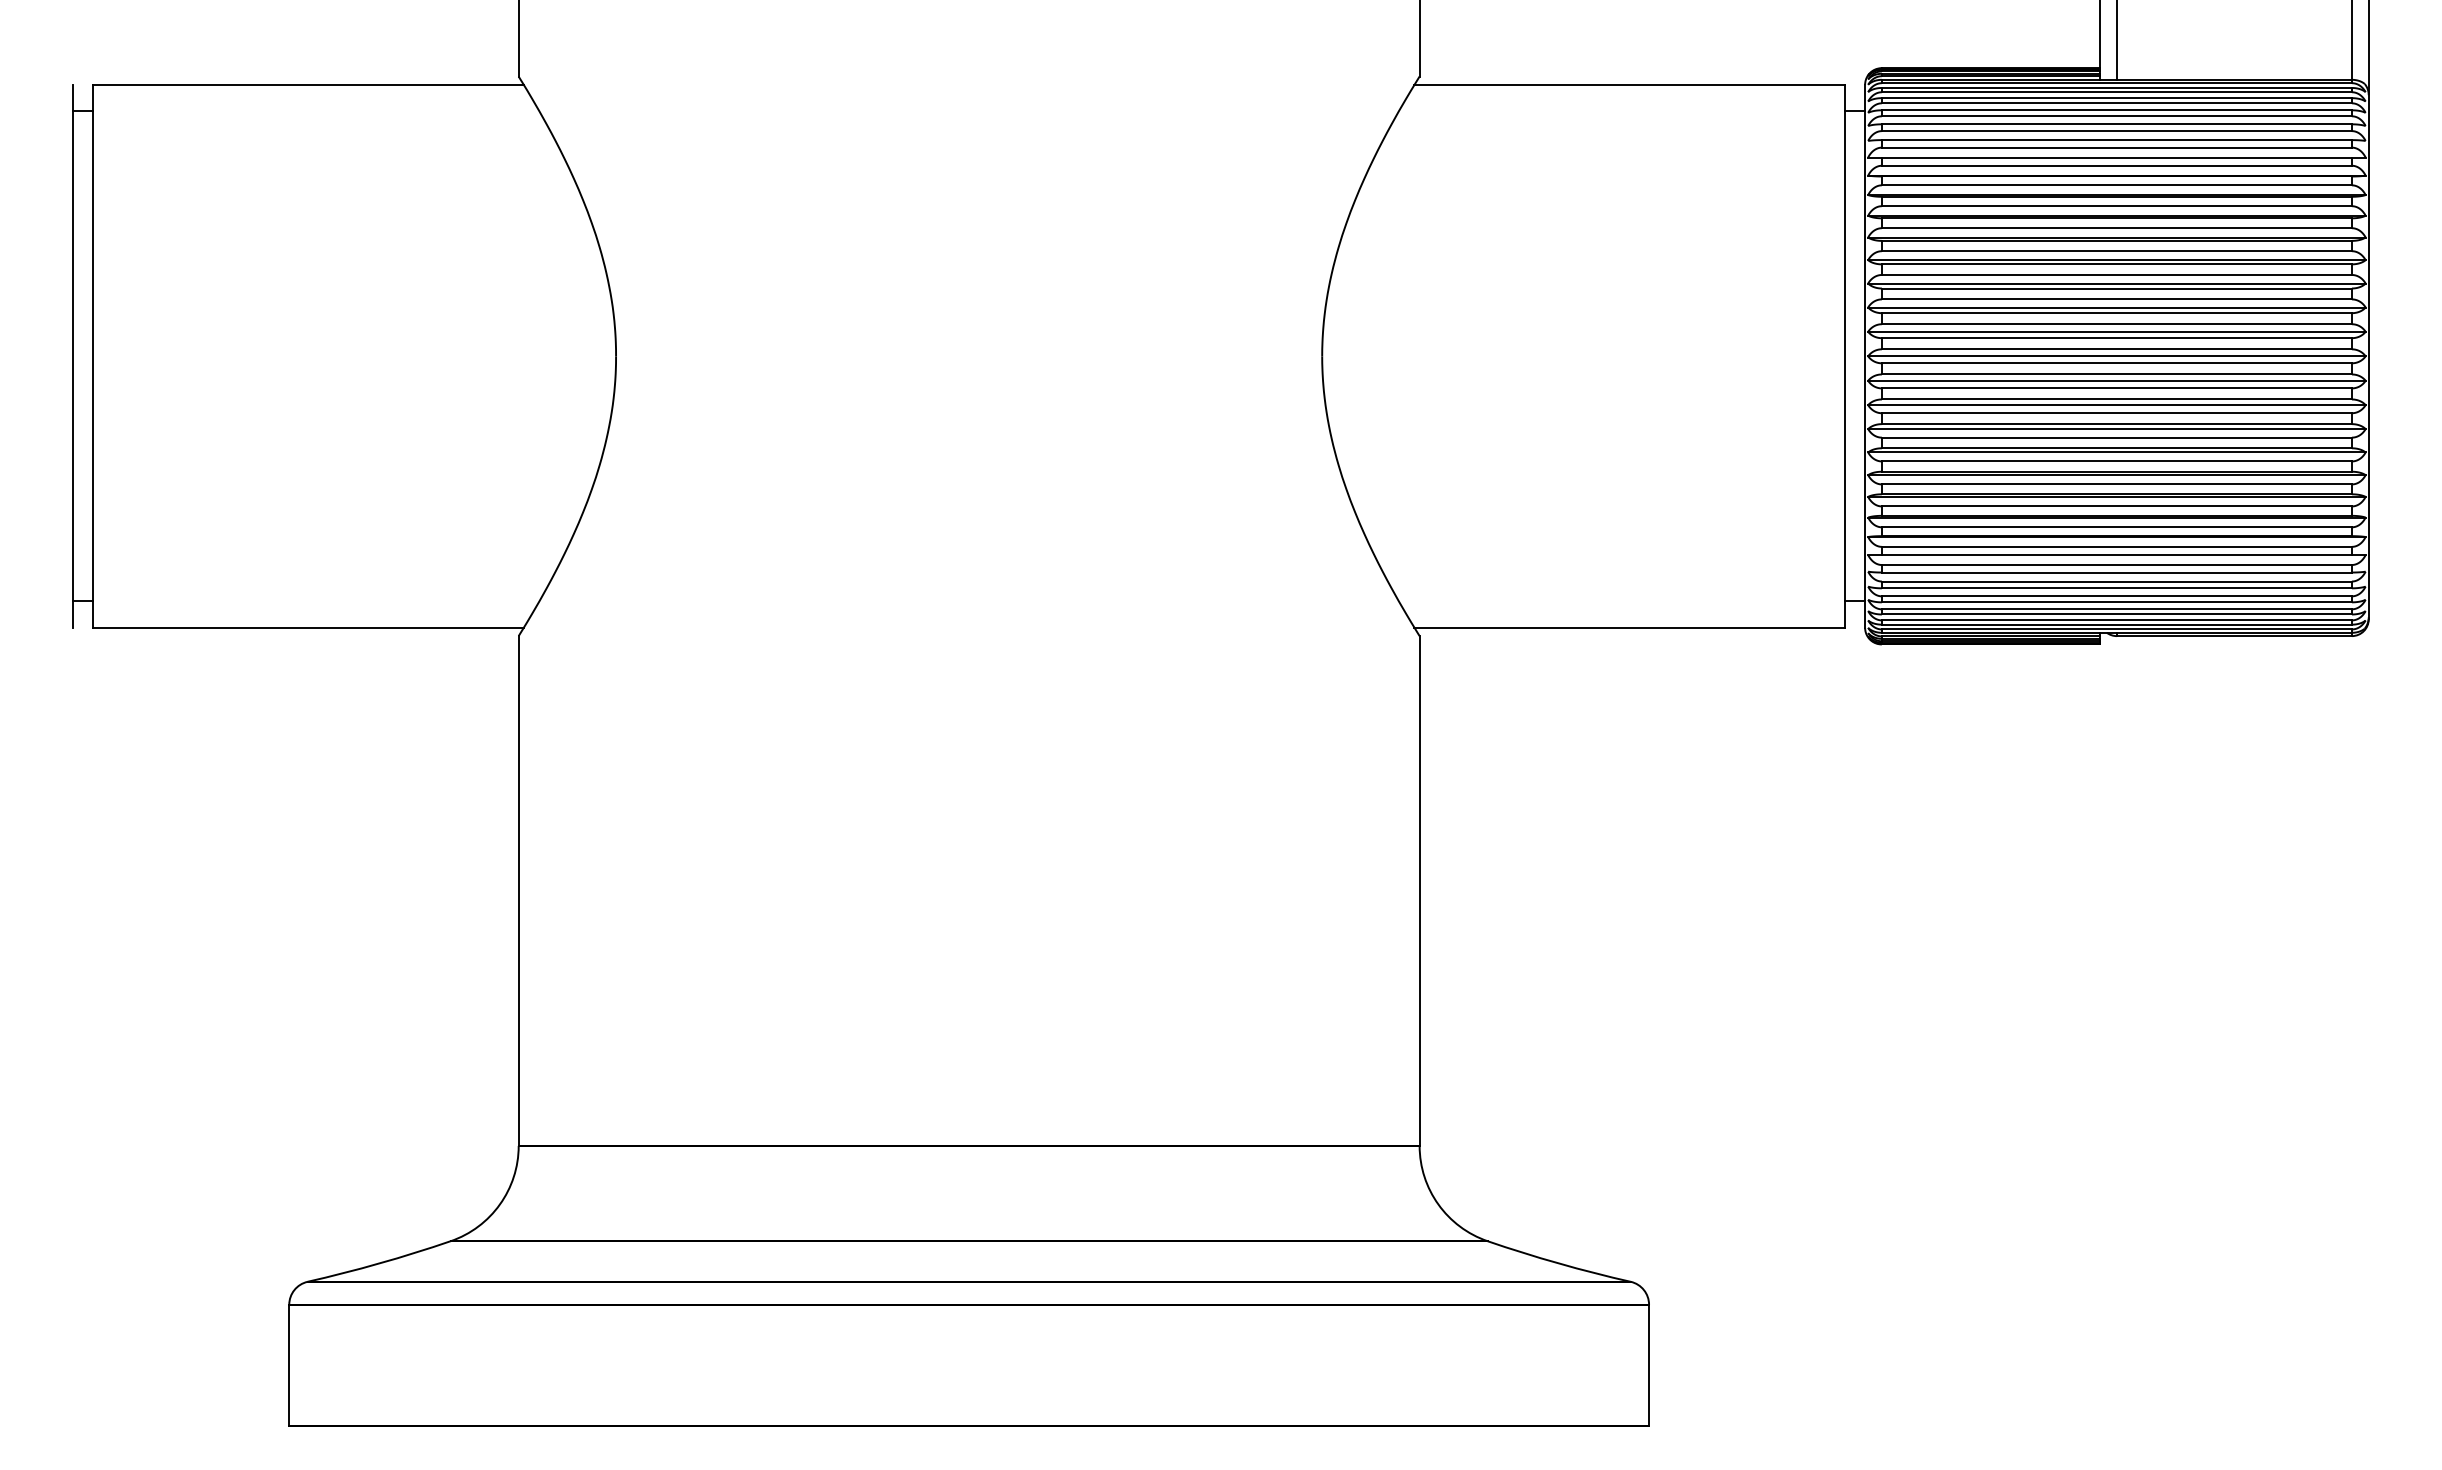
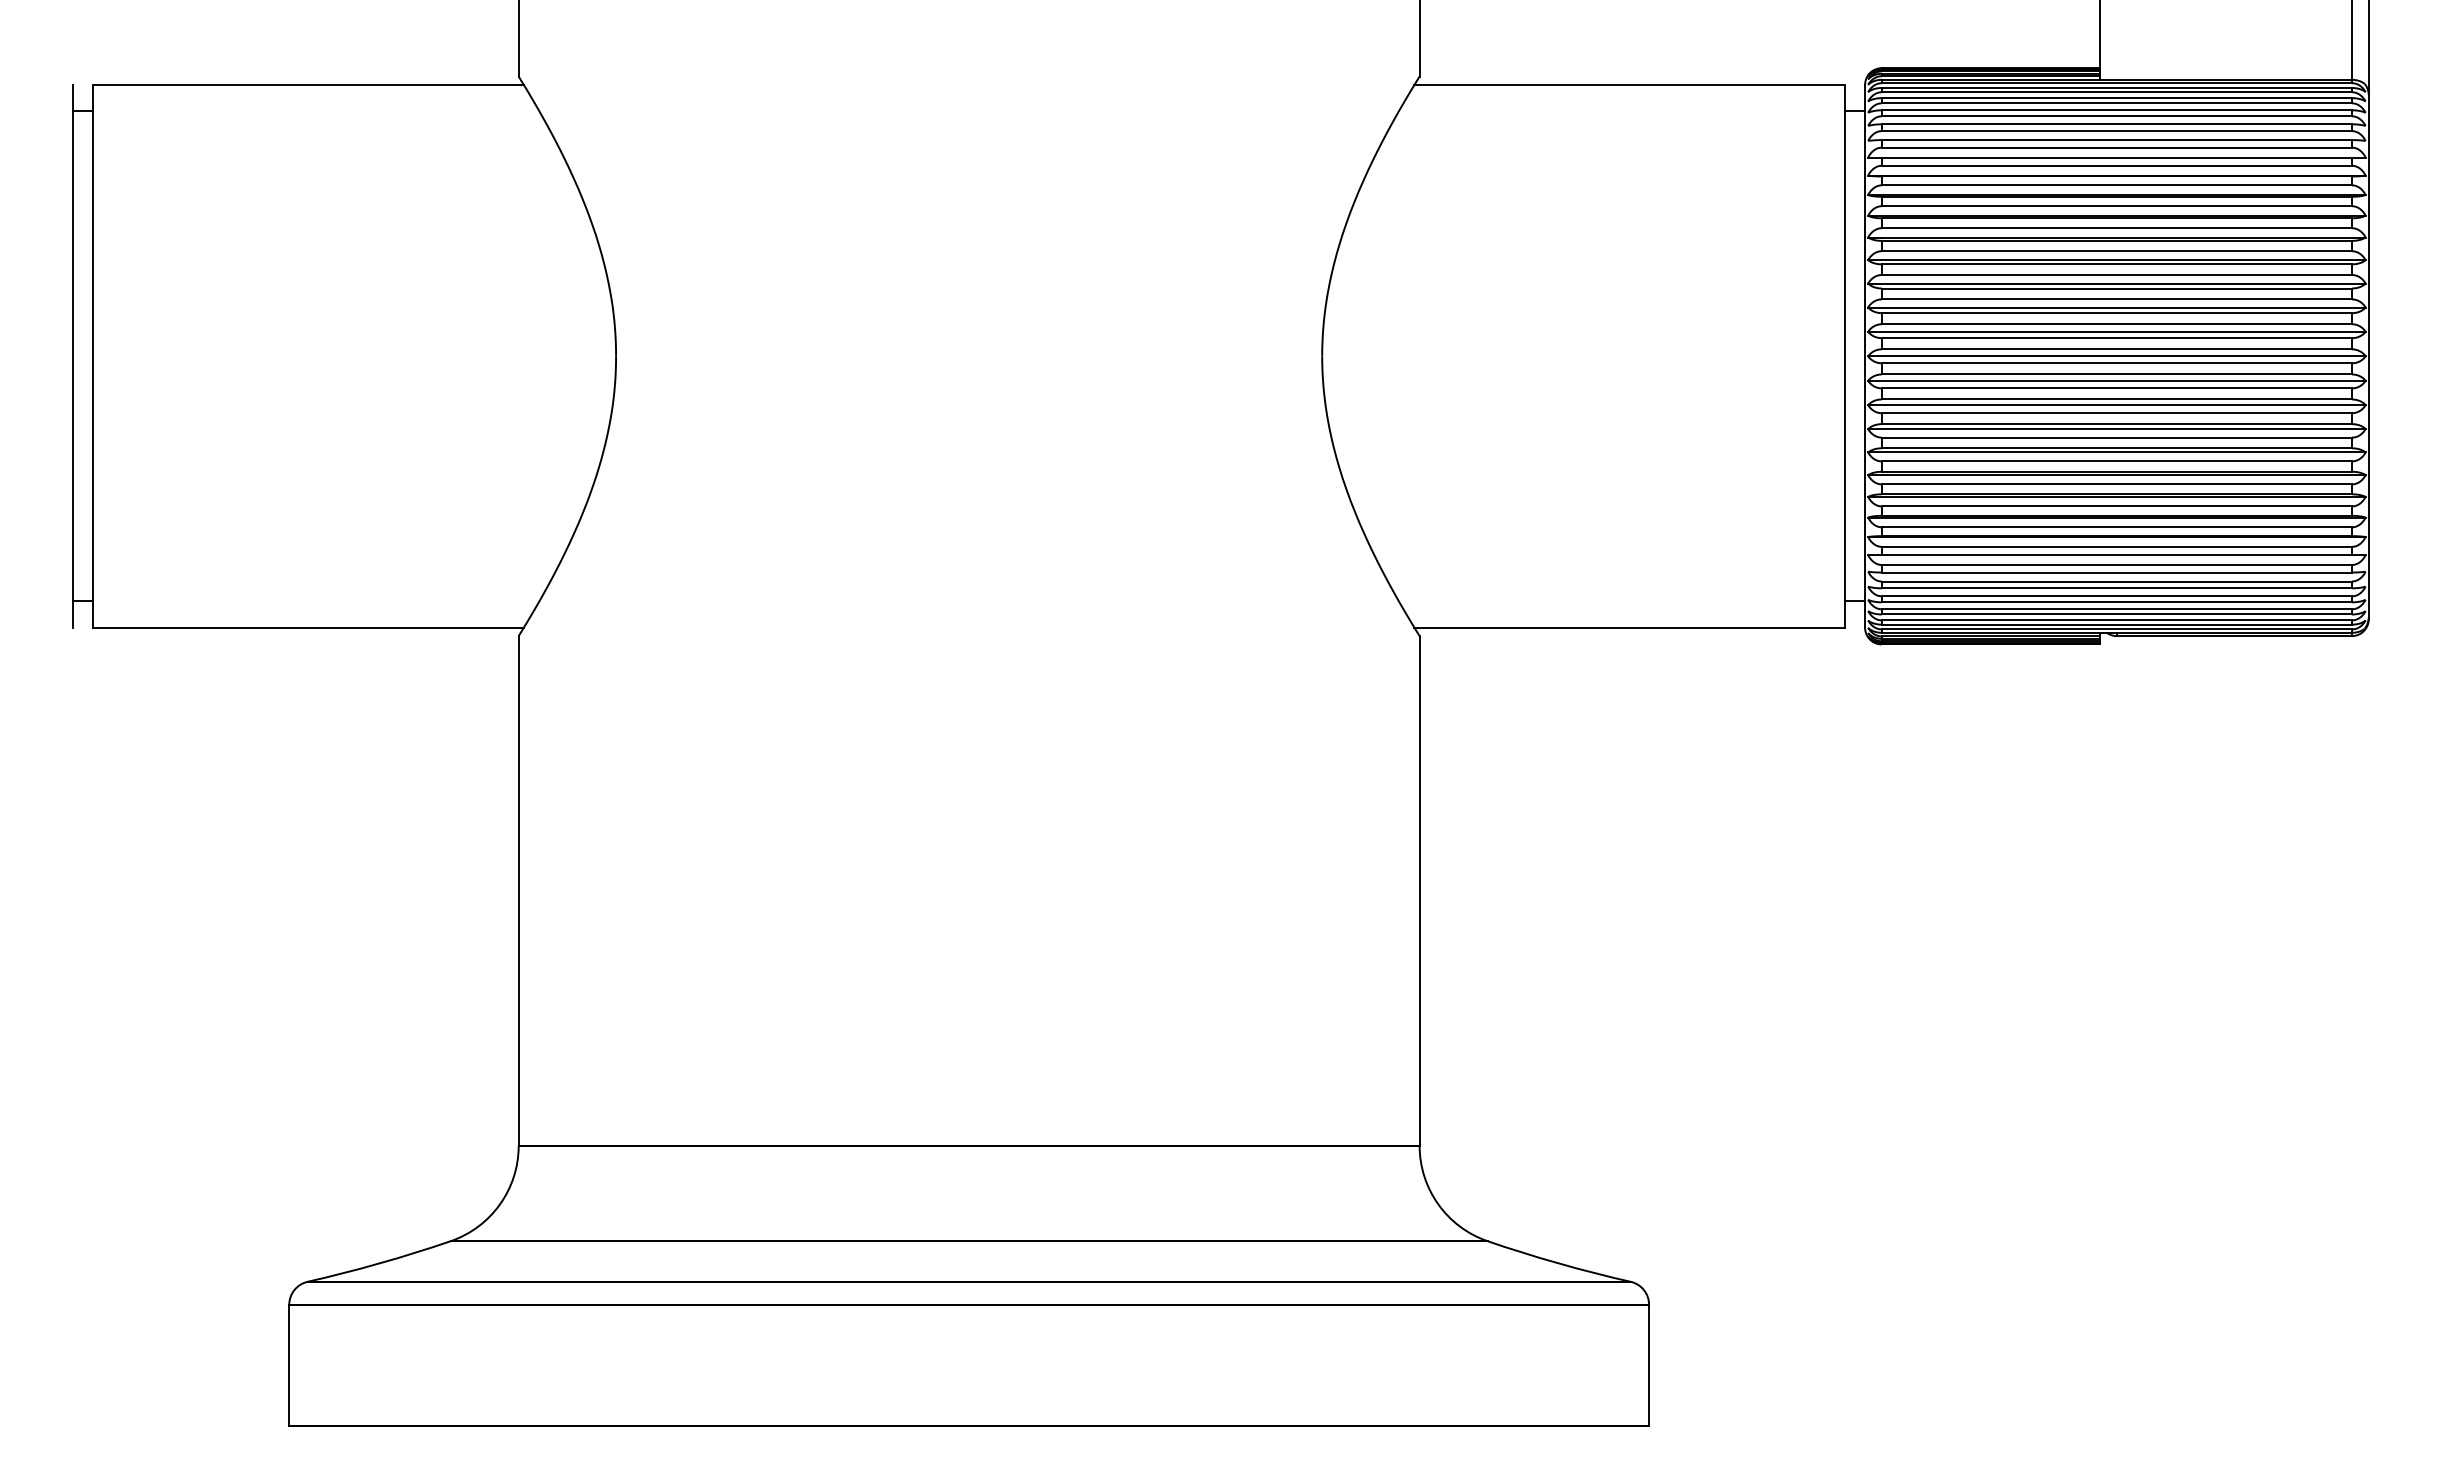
line at (2116, 40): present -> none
